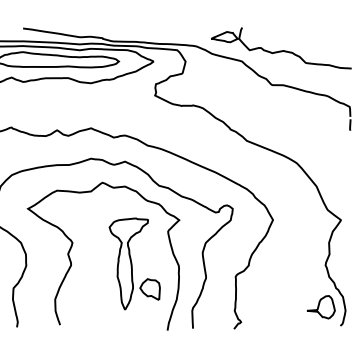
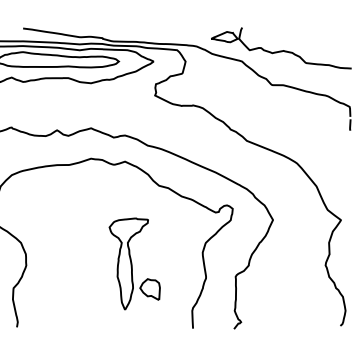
curve at (72, 247): present -> none
part at (321, 307): present -> none
